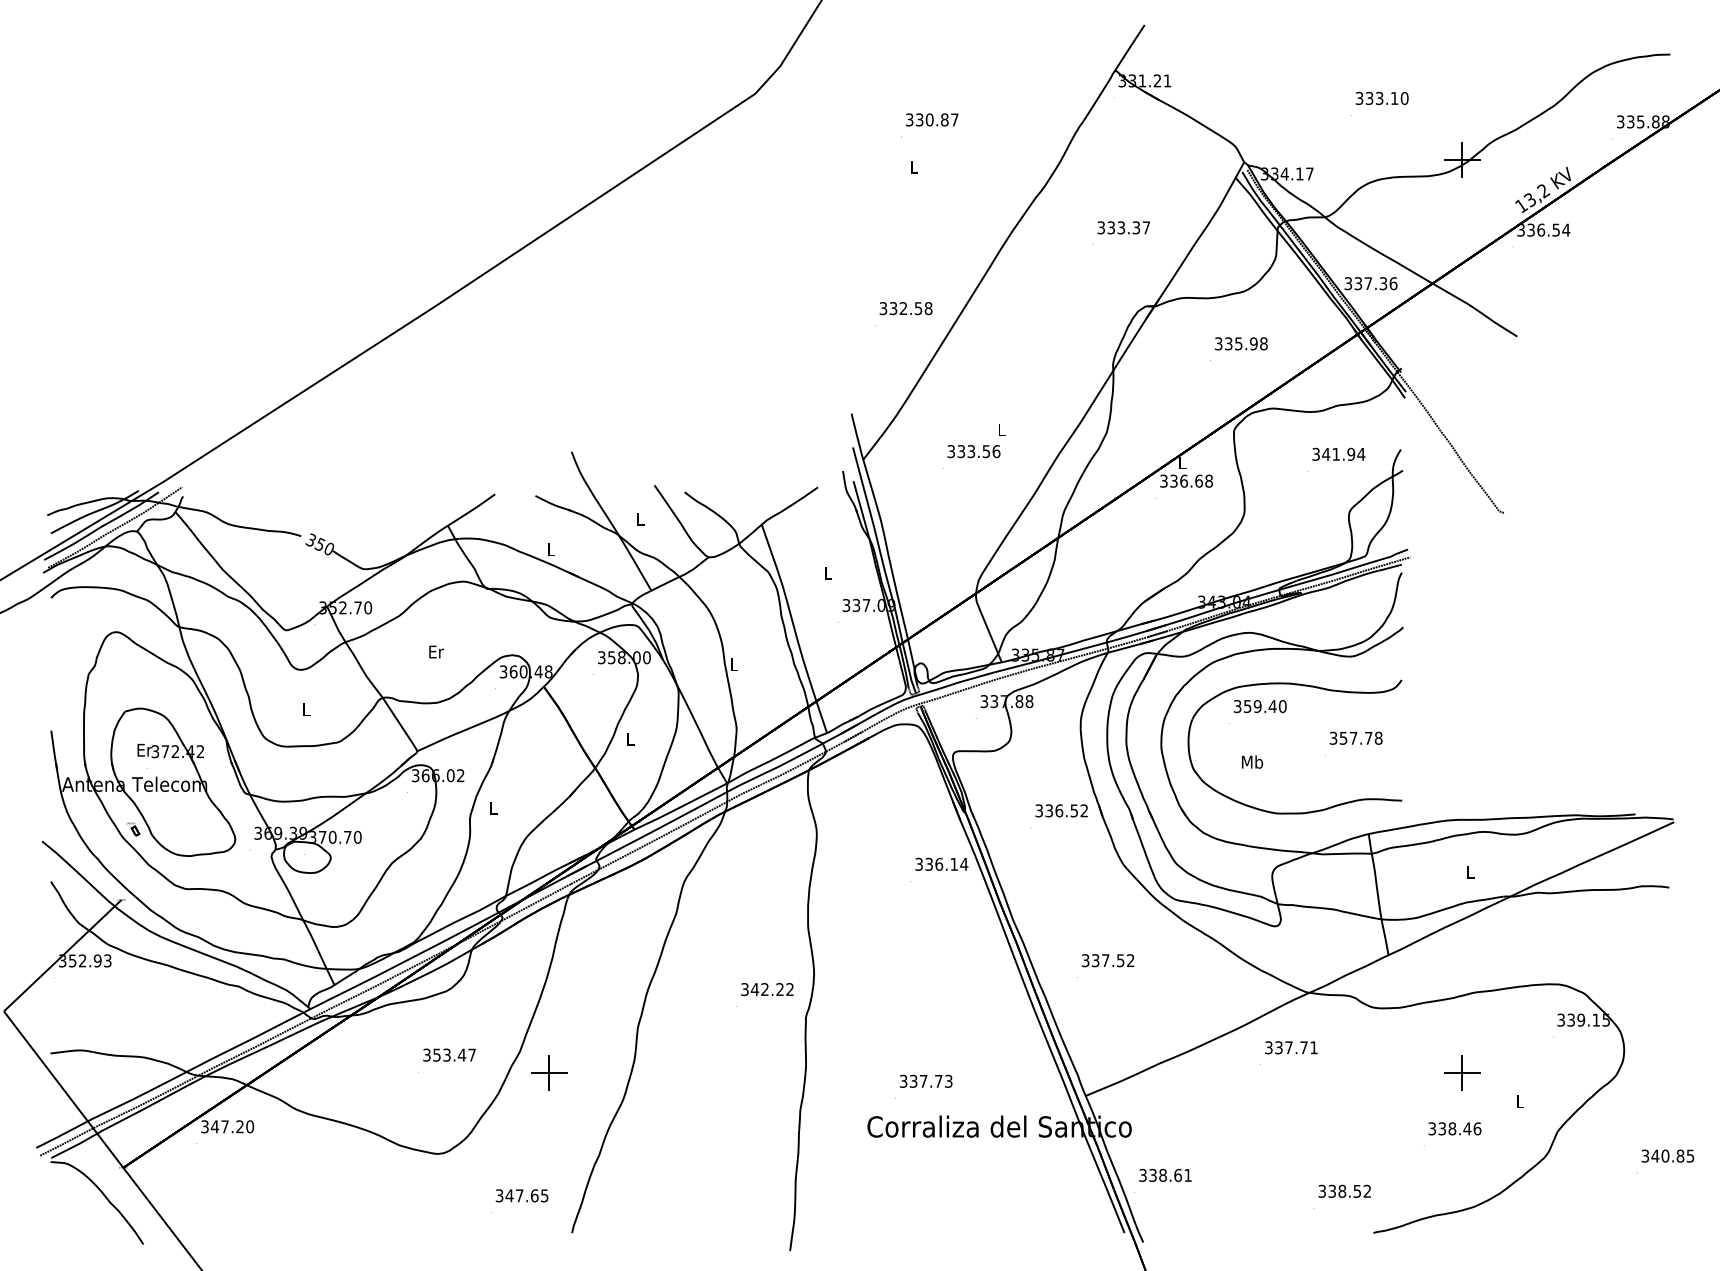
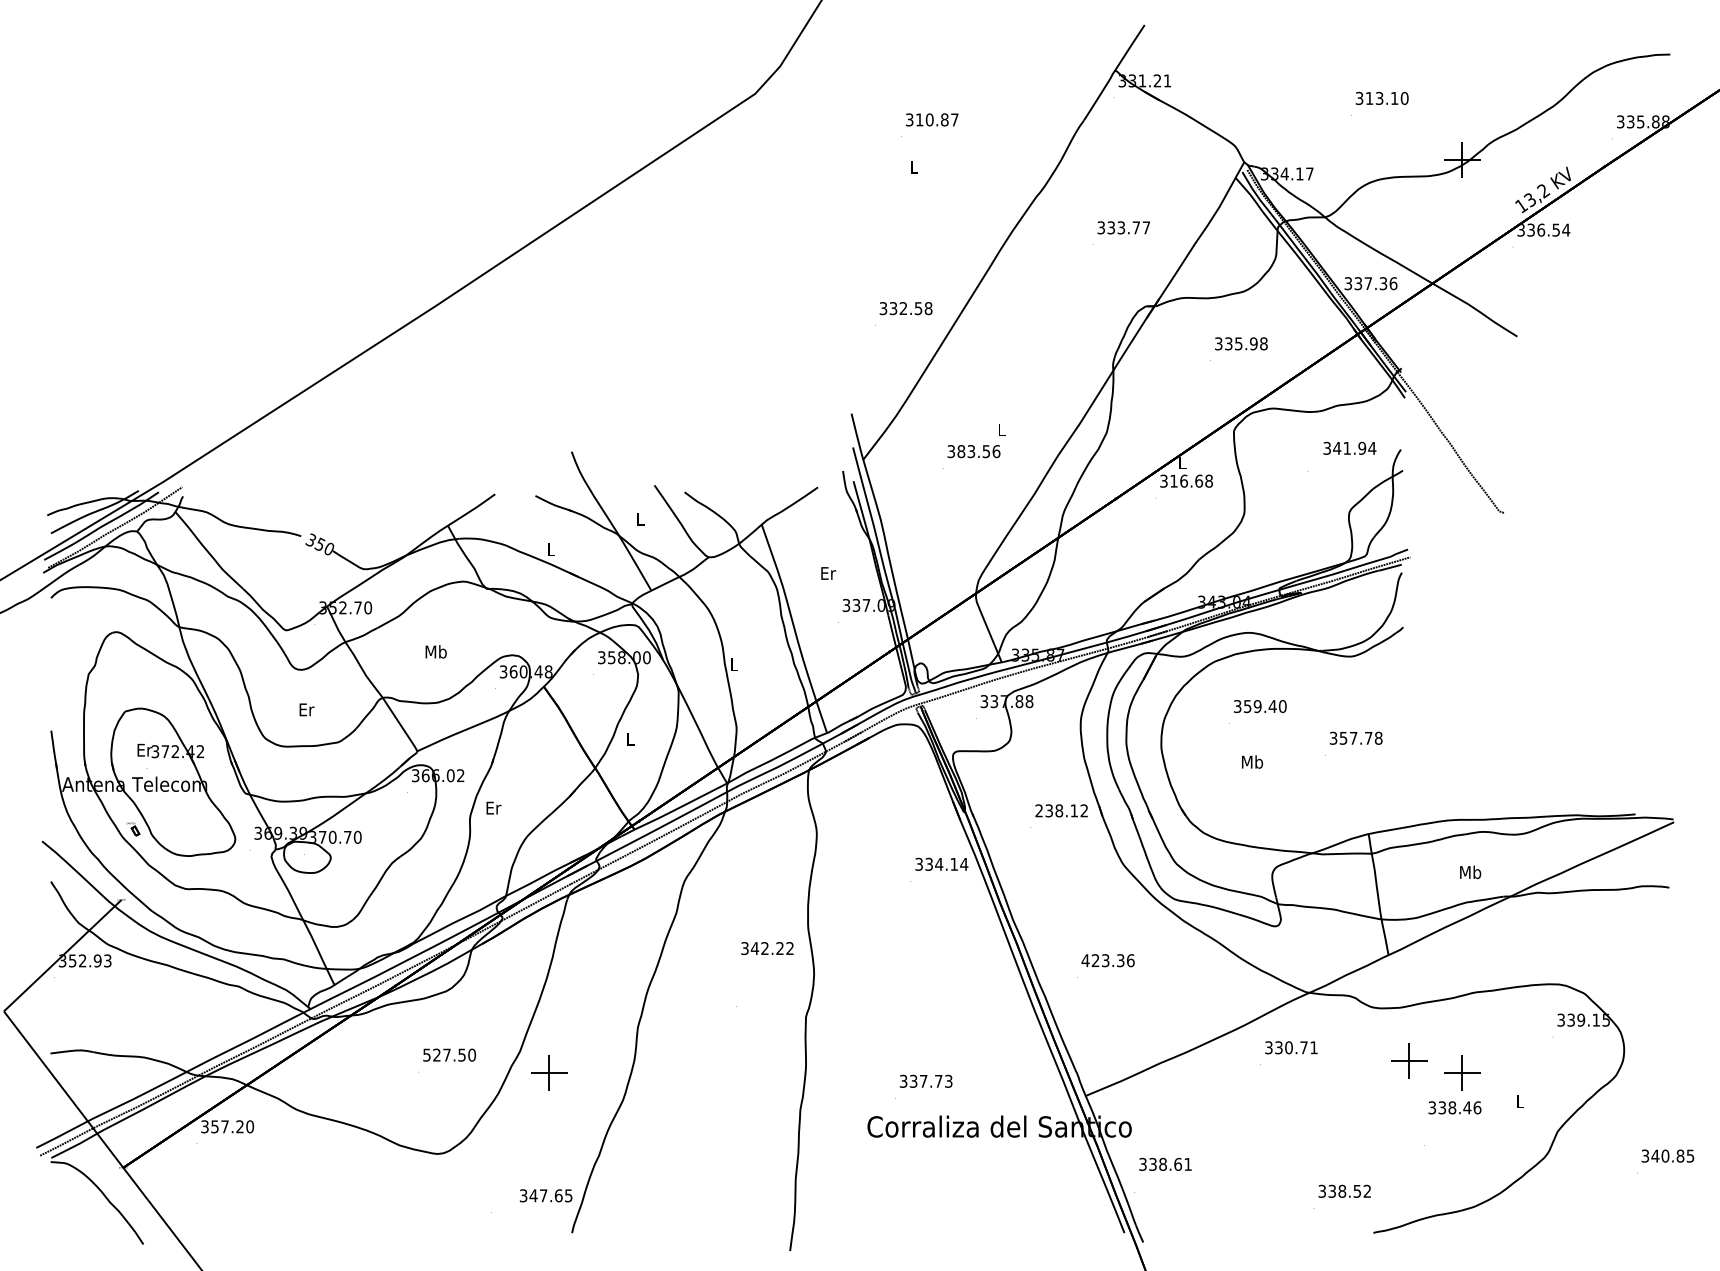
text at (1369, 97): 333.10 -> 313.10
text at (919, 119): 330.87 -> 310.87
text at (1136, 227): 333.37 -> 333.77
text at (961, 451): 333.56 -> 383.56
text at (1338, 453) position: (1338, 453) -> (1349, 447)
text at (1173, 480): 336.68 -> 316.68
text at (828, 573): L -> Er
text at (435, 651): Er -> Mb
part at (1303, 686): present -> none
text at (306, 709): L -> Er
text at (493, 807): L -> Er
text at (1056, 810): 336.52 -> 238.12
text at (939, 863): 336.14 -> 334.14
text at (1470, 872): L -> Mb
text at (1107, 960): 337.52 -> 423.36
text at (767, 989) position: (767, 989) -> (767, 948)
text at (1288, 1047): 337.71 -> 330.71
text at (449, 1054): 353.47 -> 527.50
part at (1409, 1060): none -> present
text at (214, 1126): 347.20 -> 357.20
text at (1454, 1128) position: (1454, 1128) -> (1454, 1107)
text at (1165, 1174) position: (1165, 1174) -> (1165, 1163)
text at (521, 1195) position: (521, 1195) -> (545, 1195)
